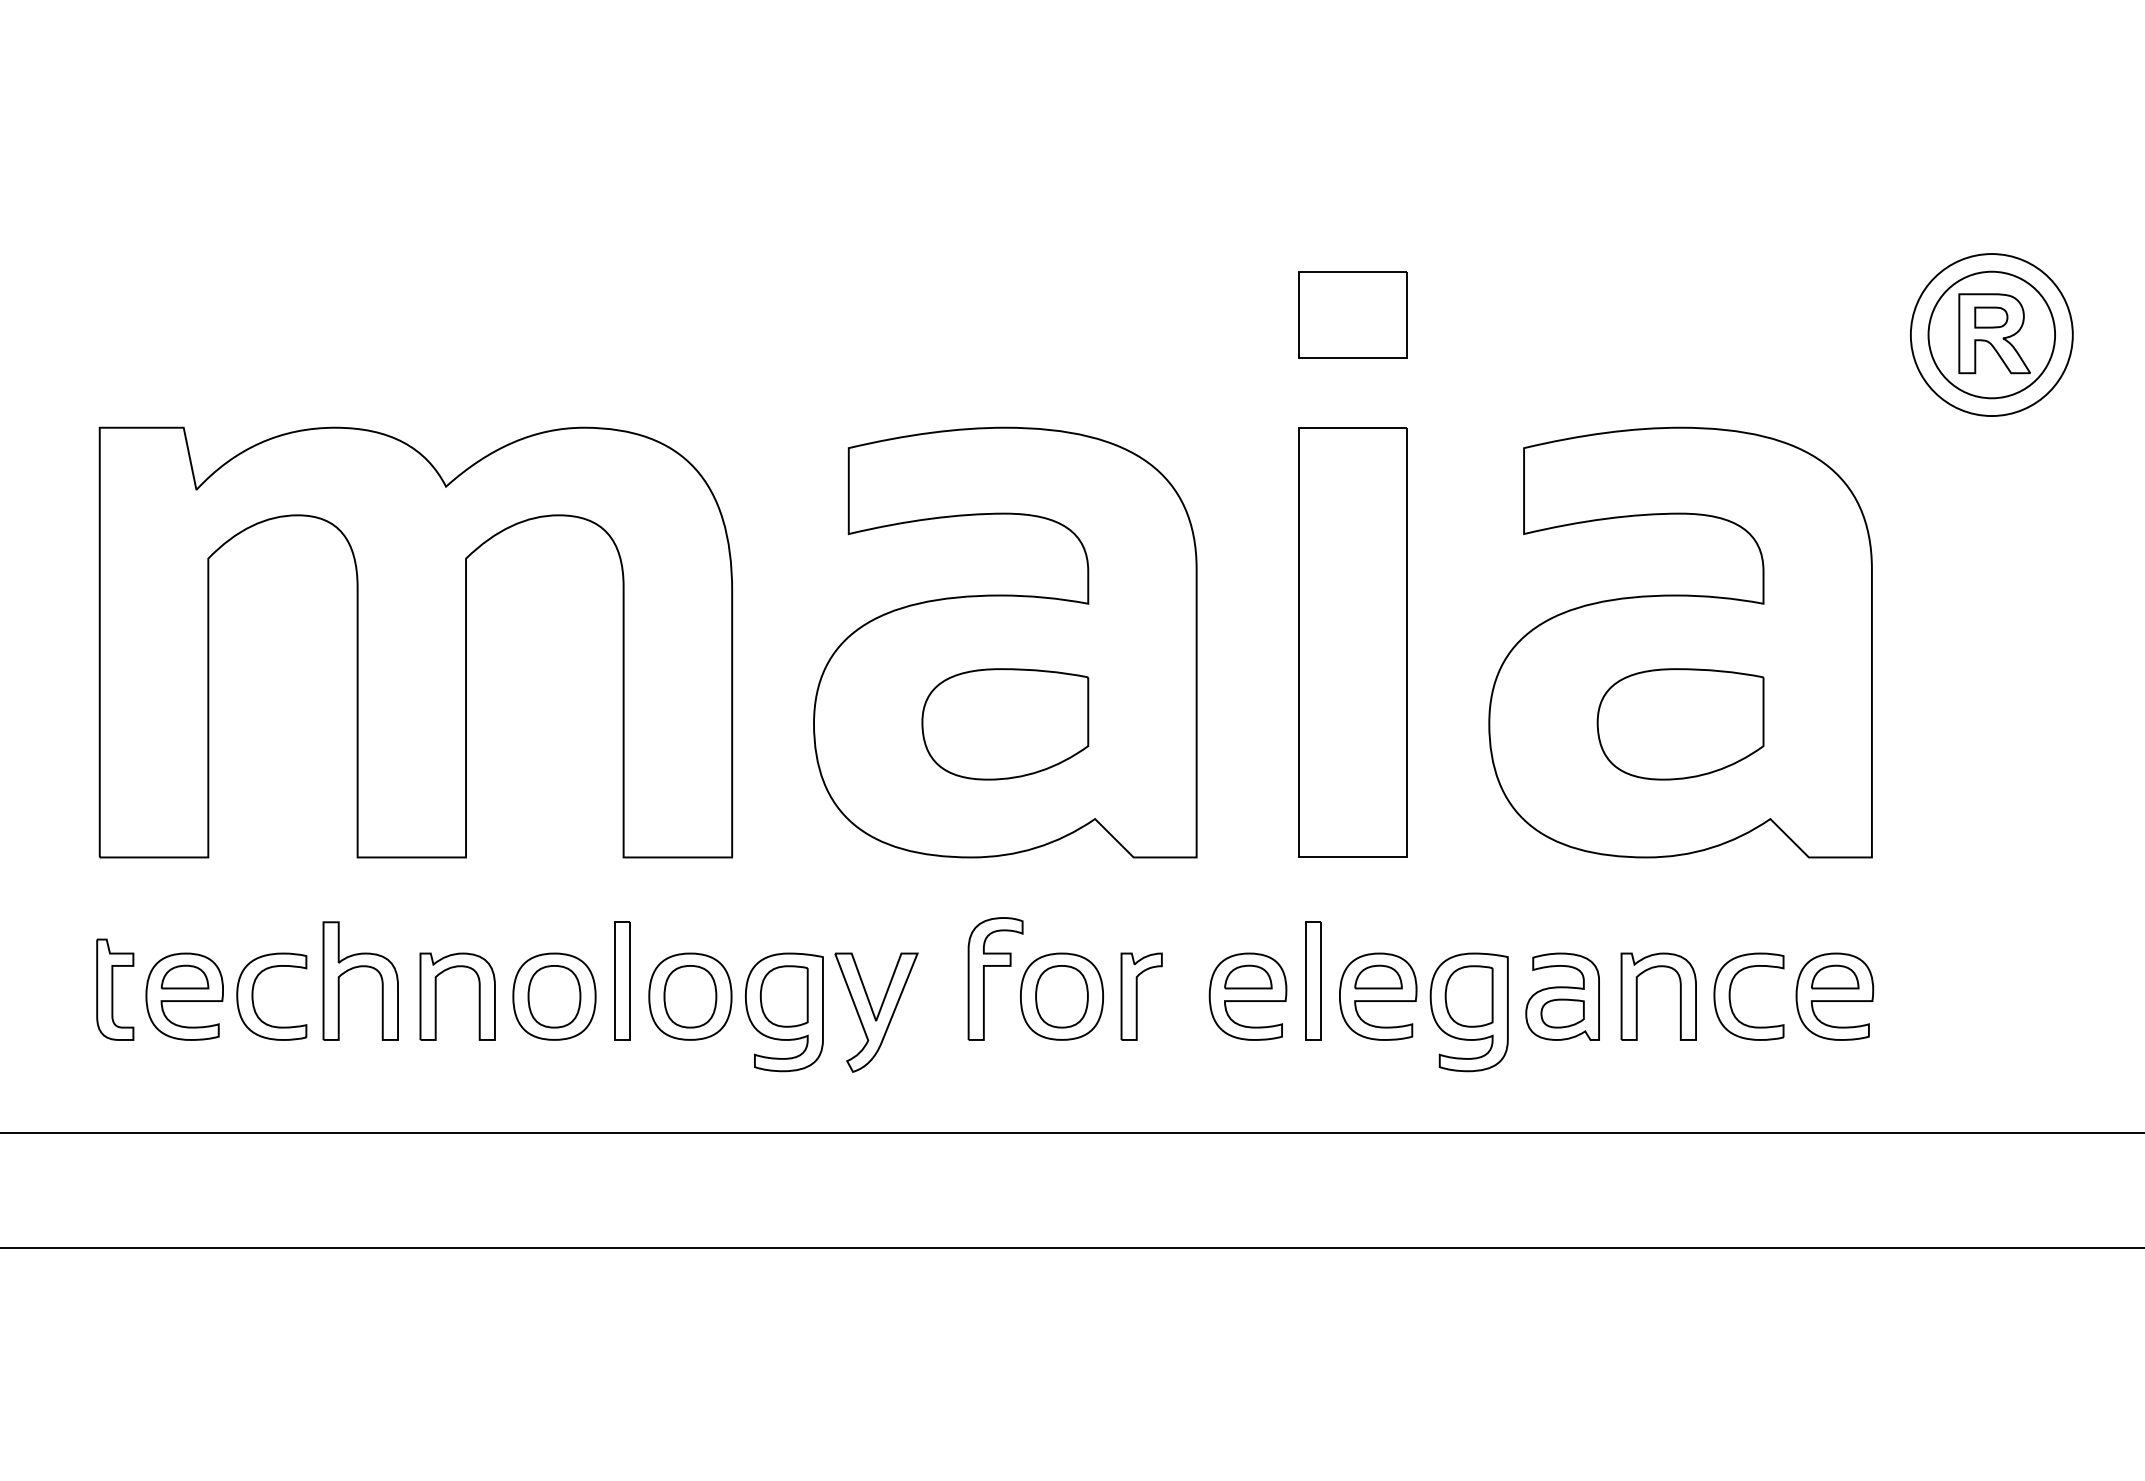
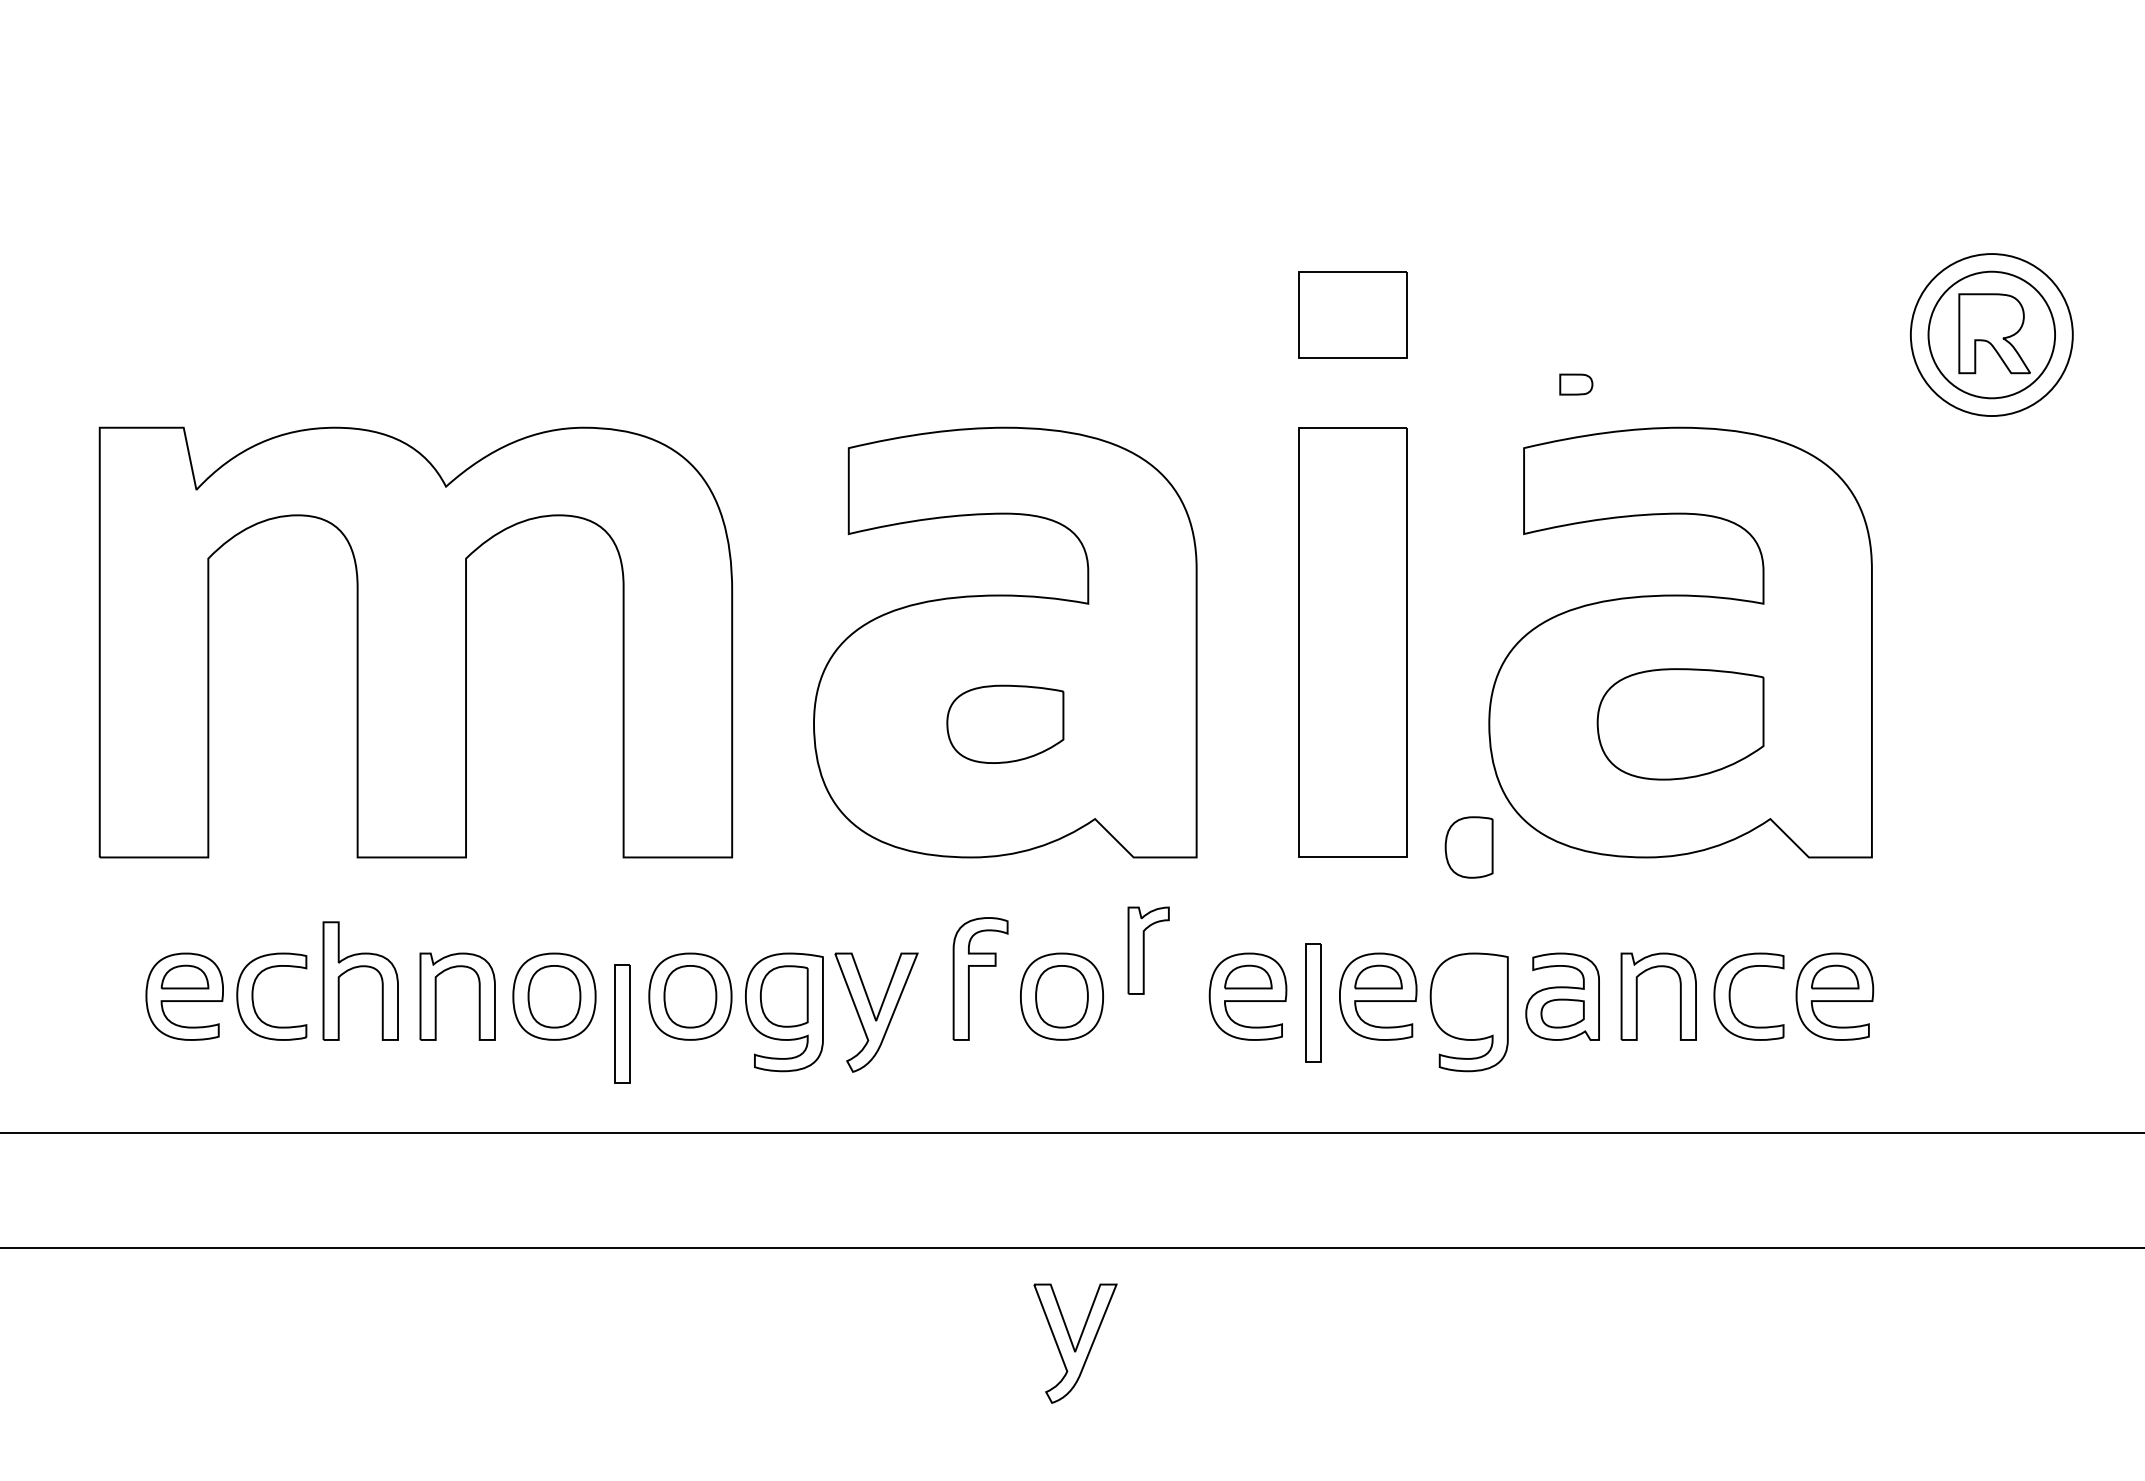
part at (1991, 317) position: (1991, 317) -> (1576, 384)
part at (1005, 724) size: 169x113 px -> 119x80 px
part at (984, 978) position: (984, 978) -> (969, 978)
part at (622, 980) position: (622, 980) -> (622, 1023)
part at (1313, 980) position: (1313, 980) -> (1313, 1002)
part at (115, 989): present -> none
part at (1141, 996) position: (1141, 996) -> (1148, 950)
part at (1468, 996) position: (1468, 996) -> (1468, 847)
part at (1075, 1343): none -> present
